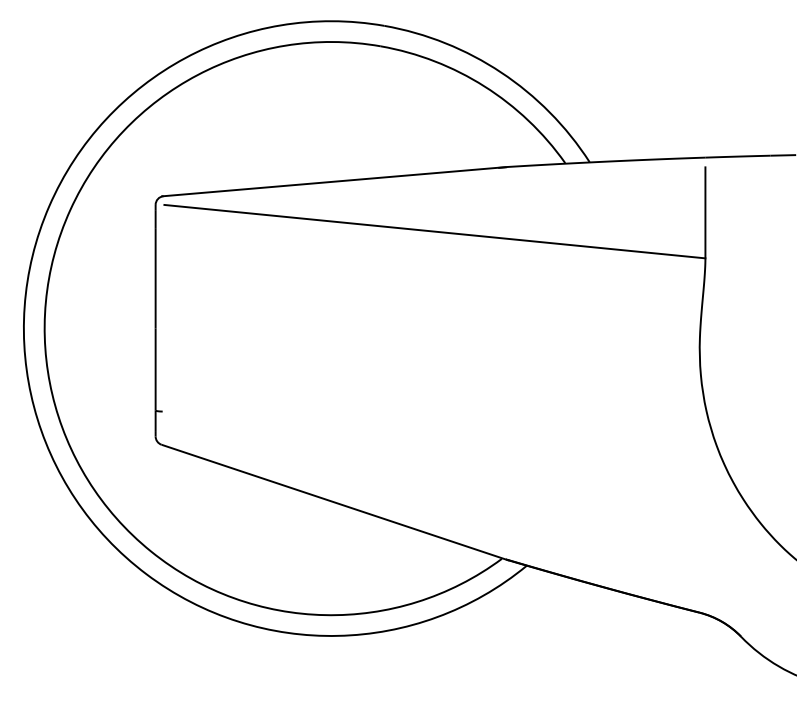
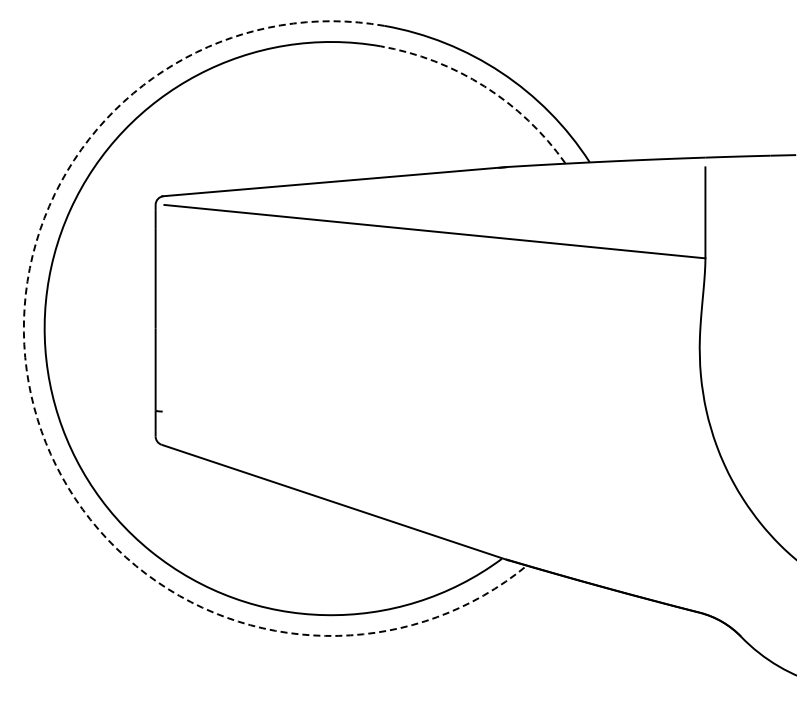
arc at (484, 86): solid -> dashed
arc at (34, 407): solid -> dashed
